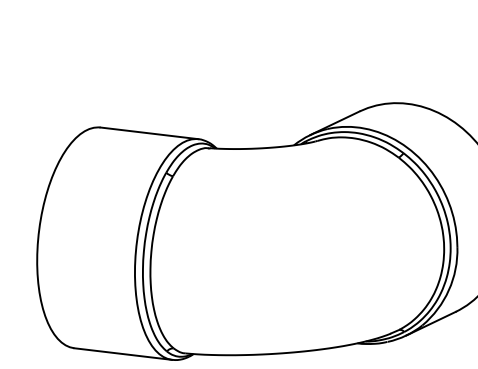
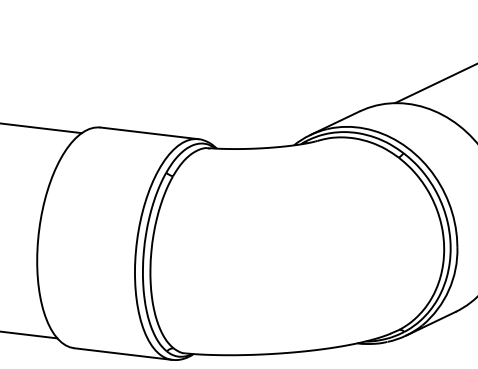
line at (434, 84): none -> present
line at (41, 128): none -> present
line at (29, 334): none -> present
